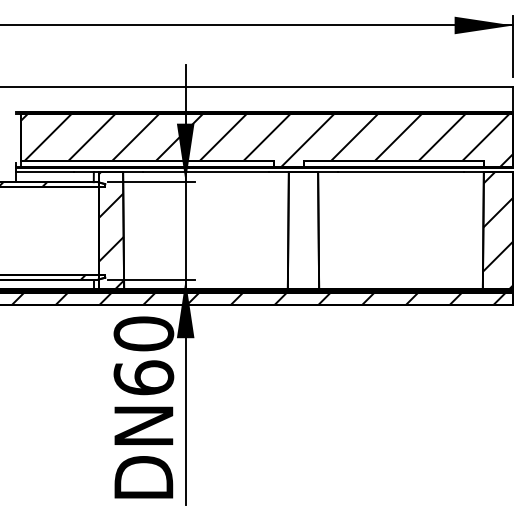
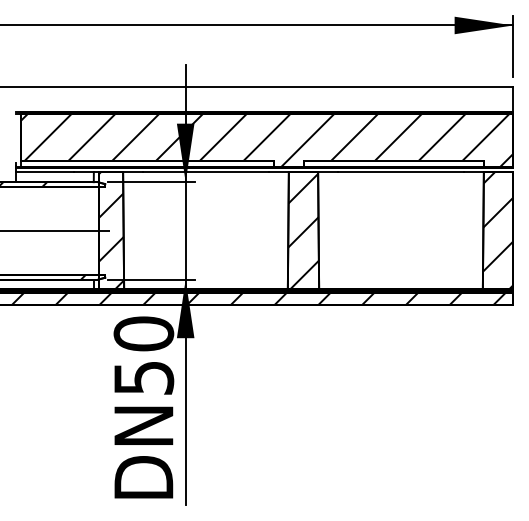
line at (55, 230): none -> present
hatch at (303, 231): none -> present
text at (143, 377): DN60 -> DN50
